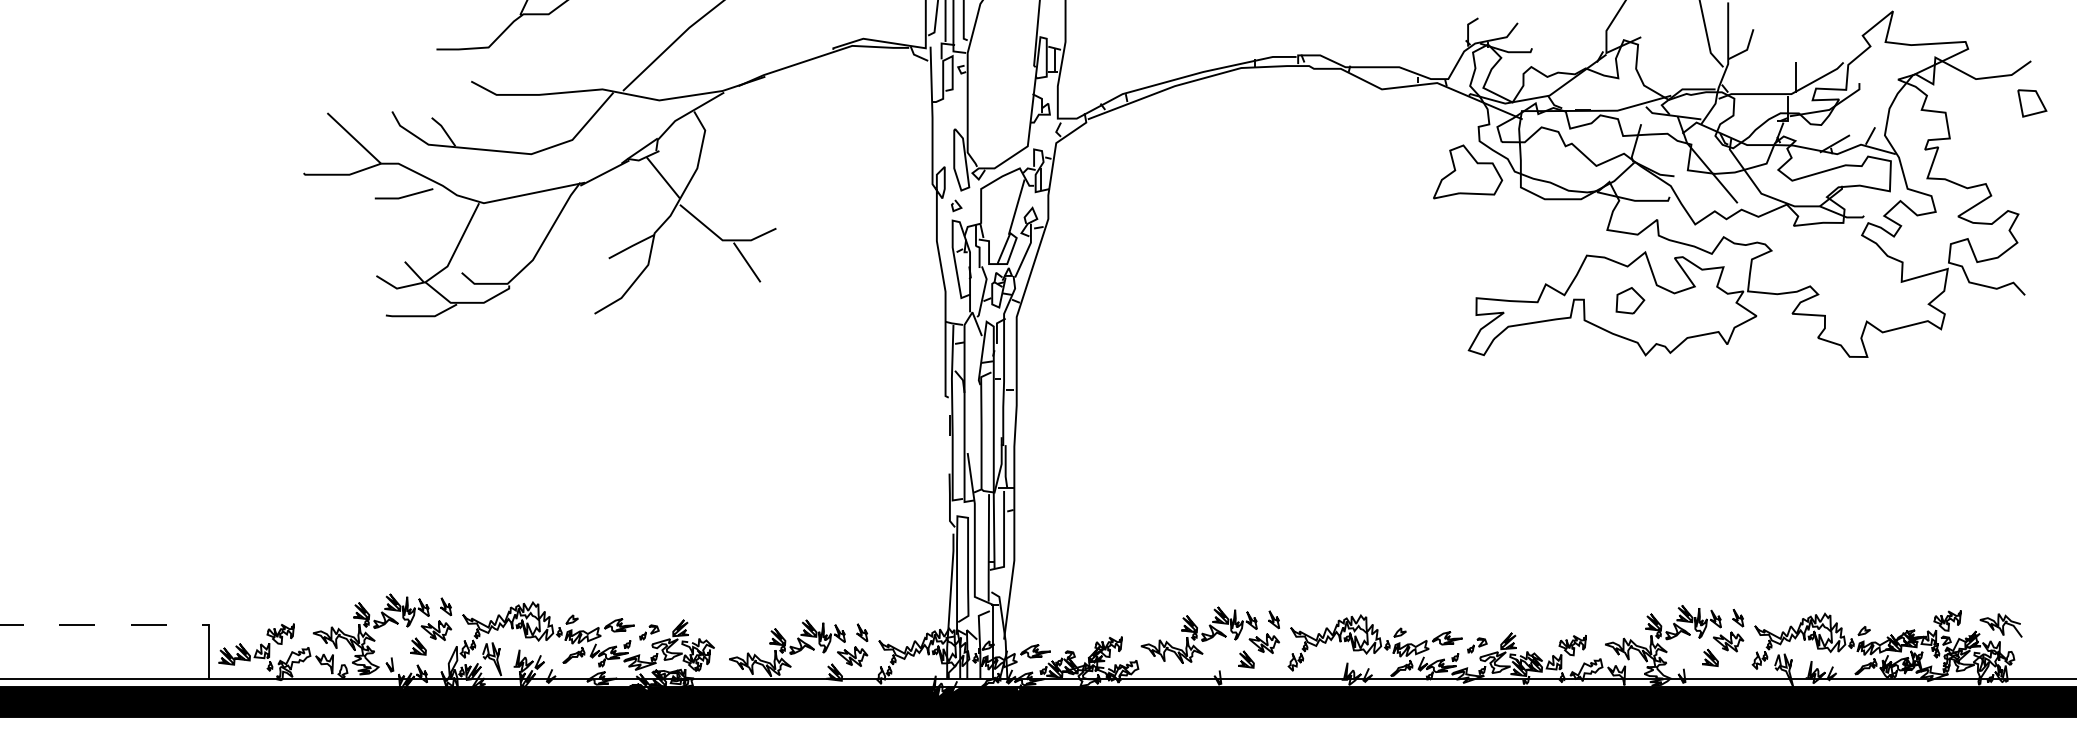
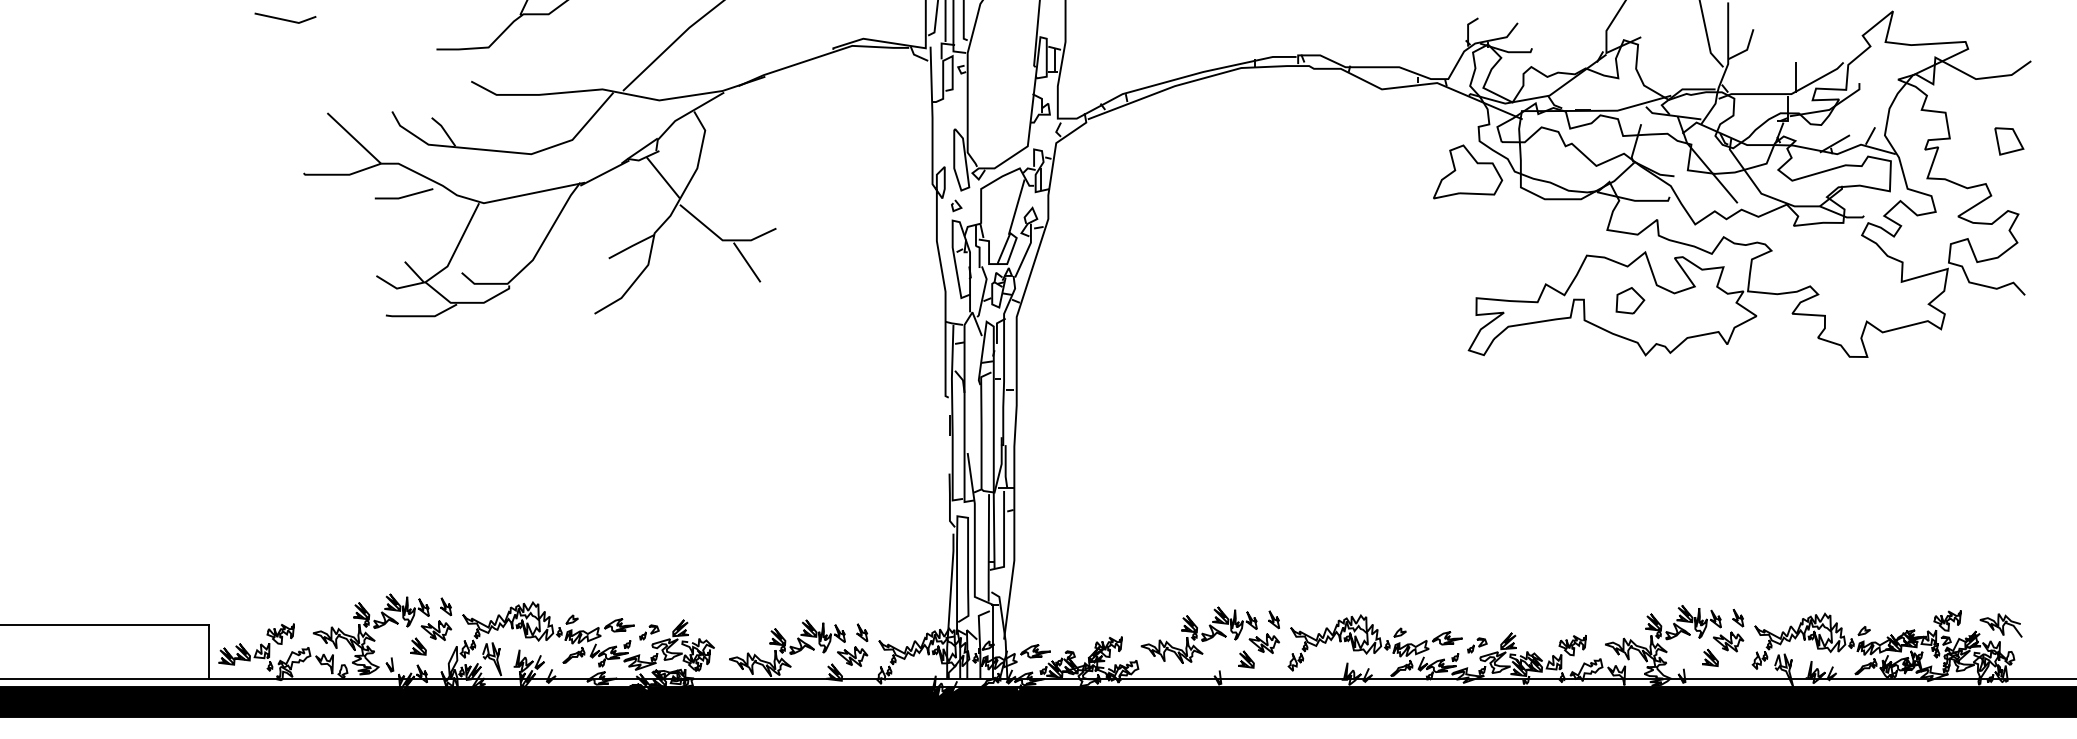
line at (285, 19): none -> present
part at (2032, 103) position: (2032, 103) -> (2009, 141)
line at (105, 625): dashed -> solid
